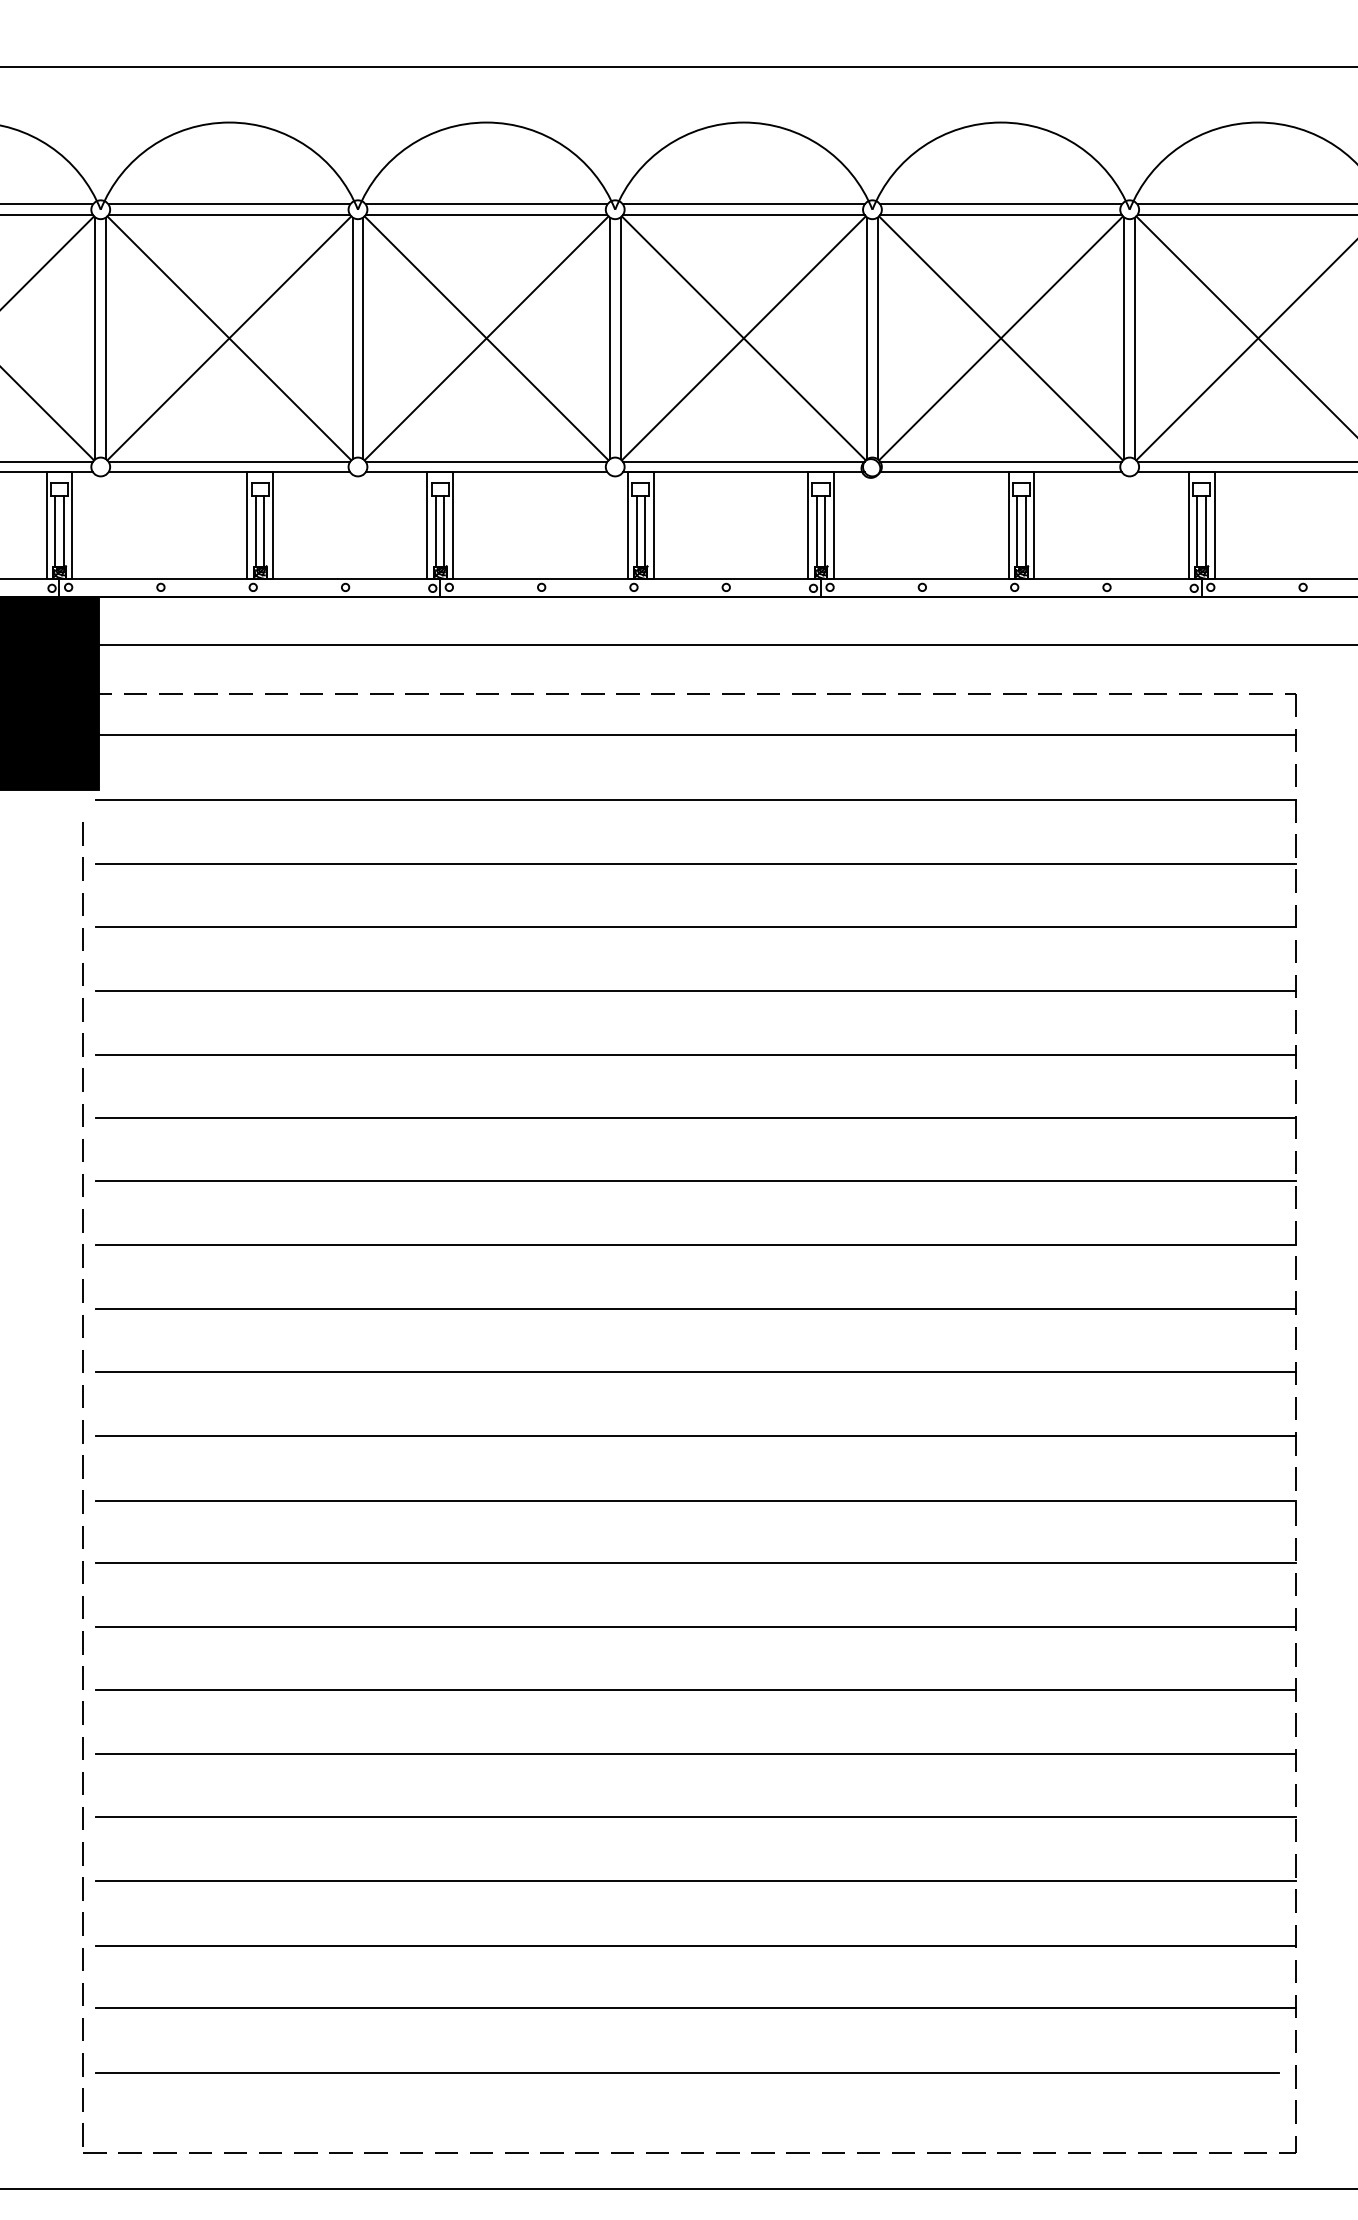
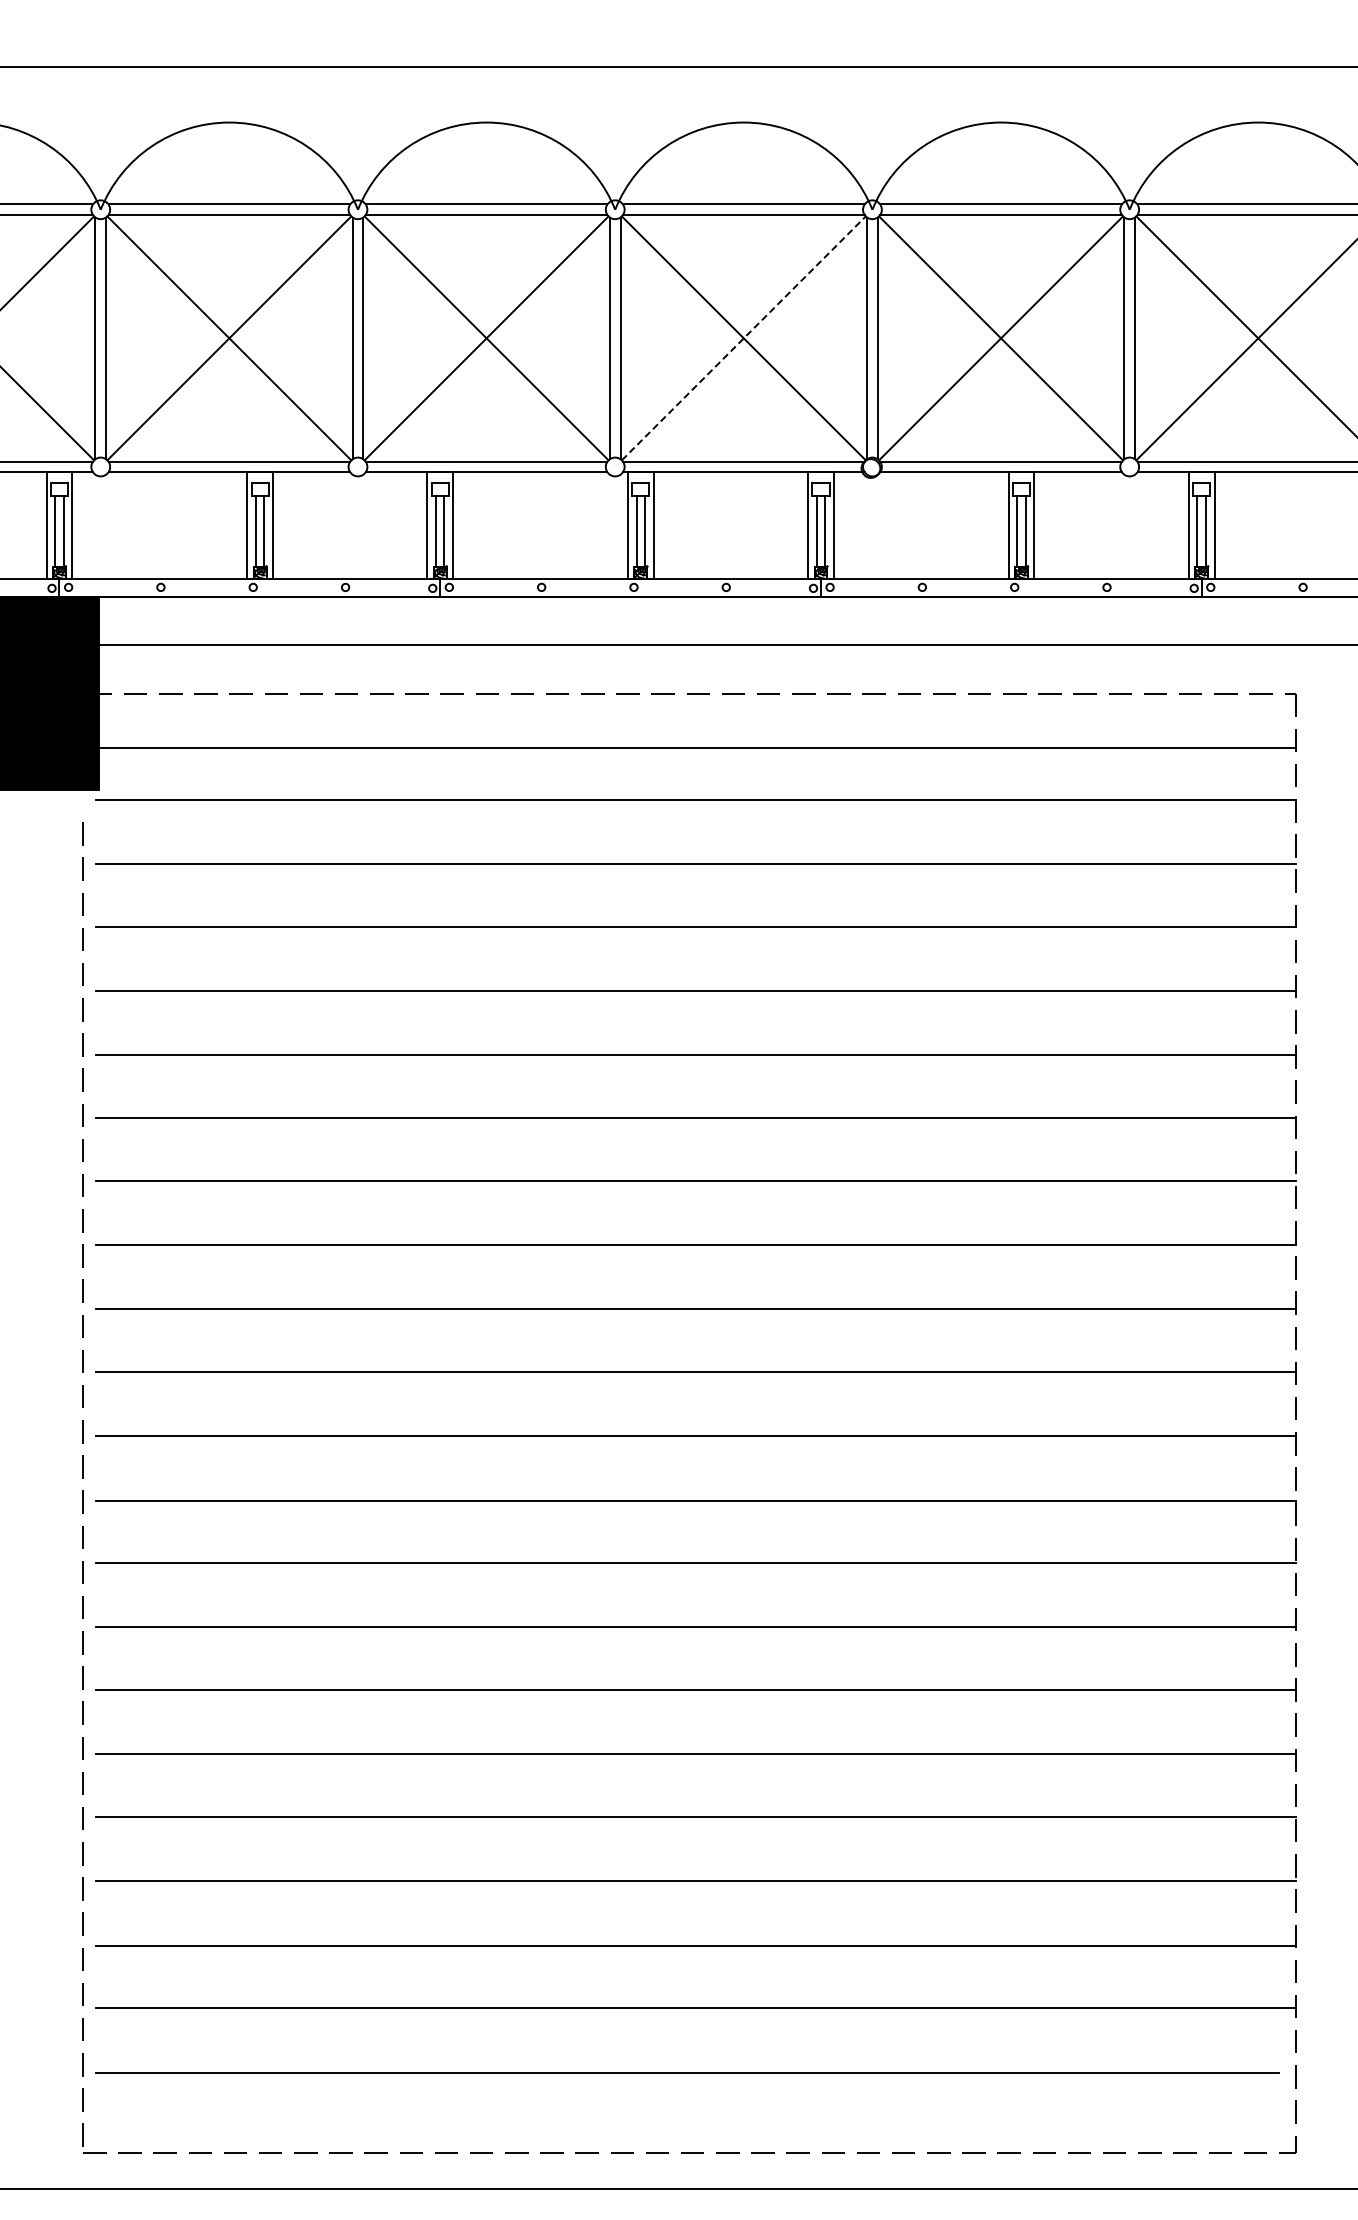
line at (744, 338): solid -> dashed
line at (695, 735) position: (695, 735) -> (695, 748)
